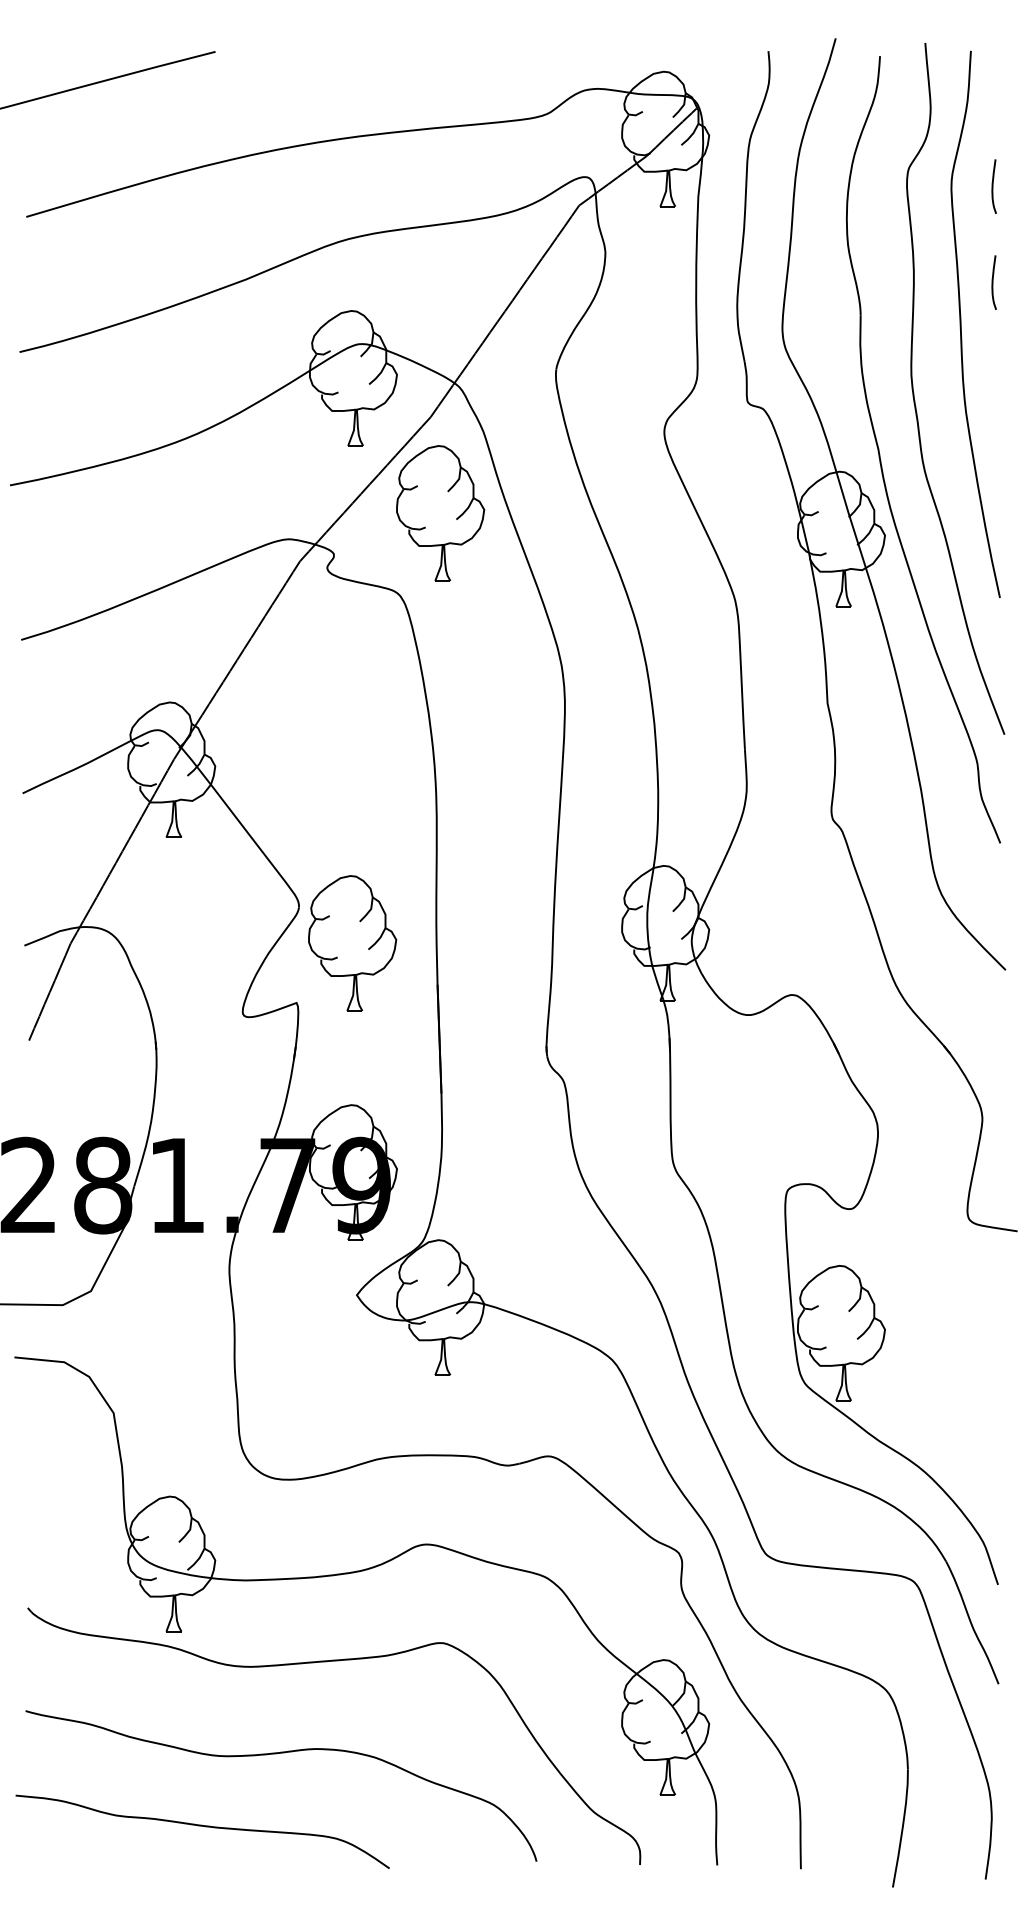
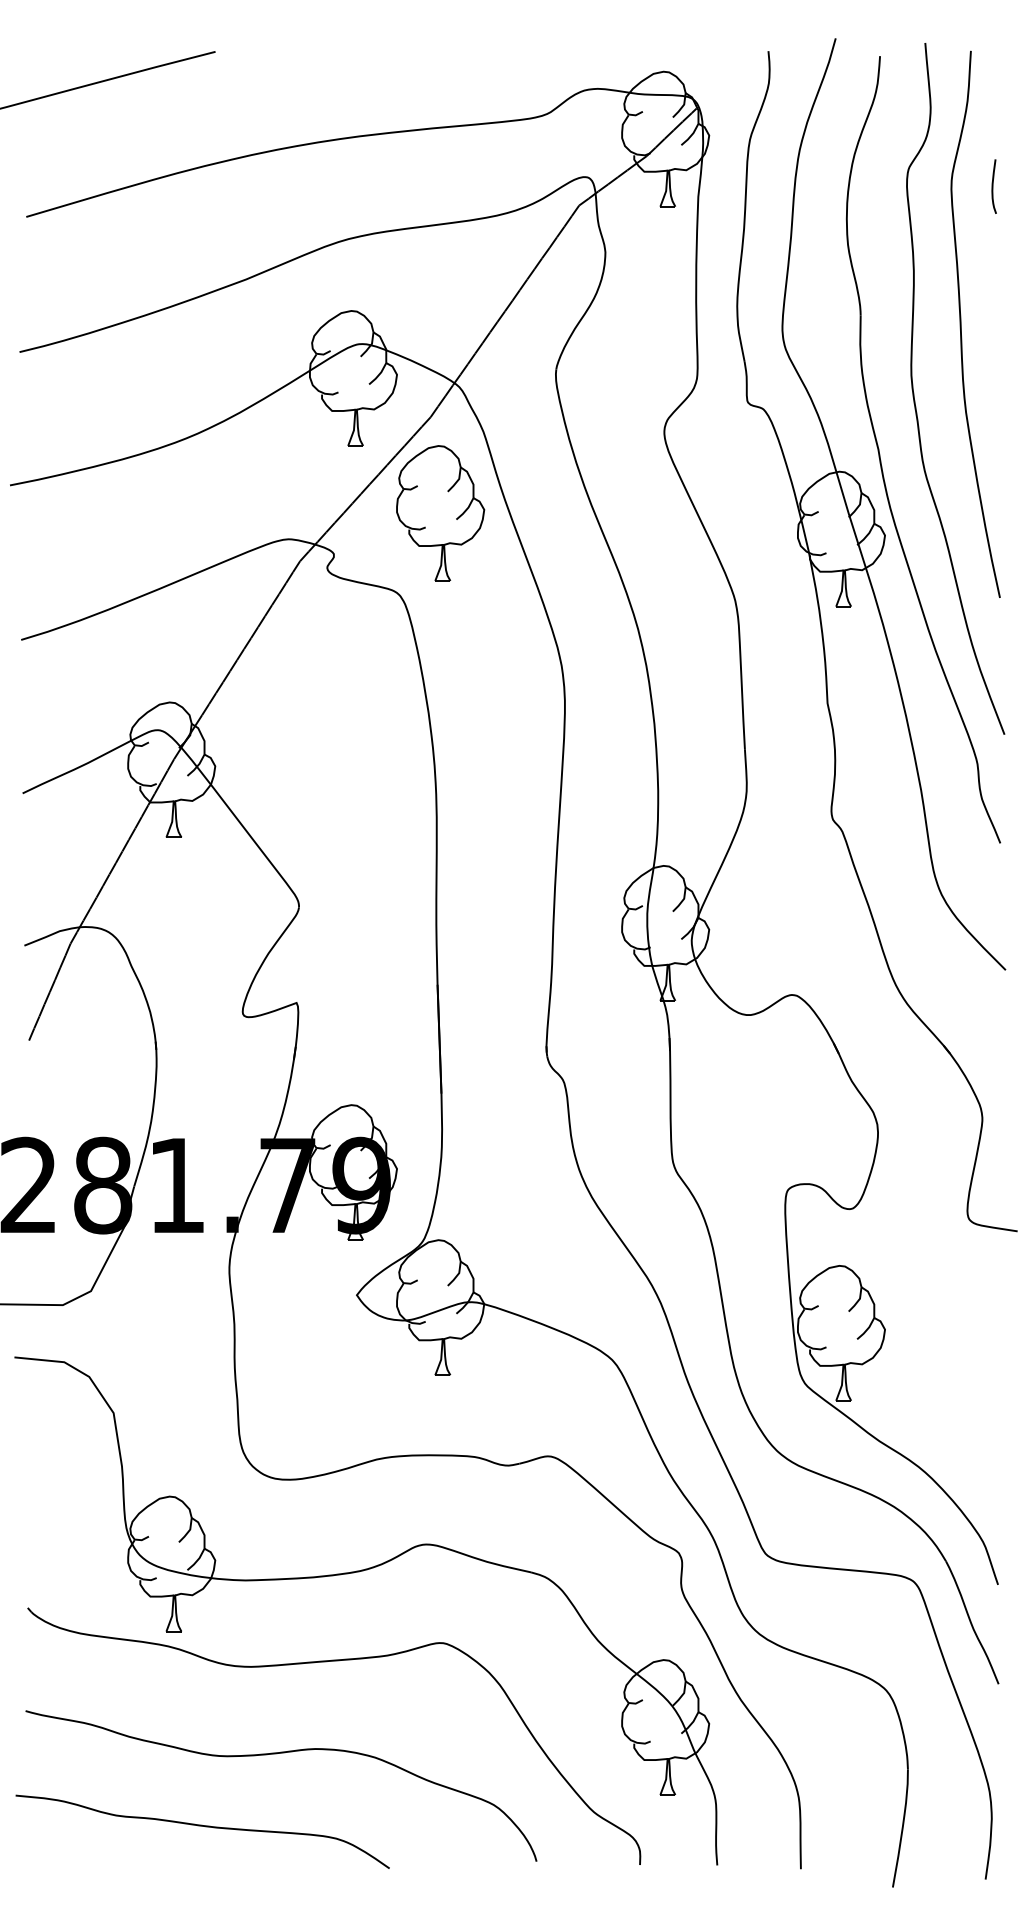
curve at (993, 282): present -> none
part at (352, 943): present -> none
